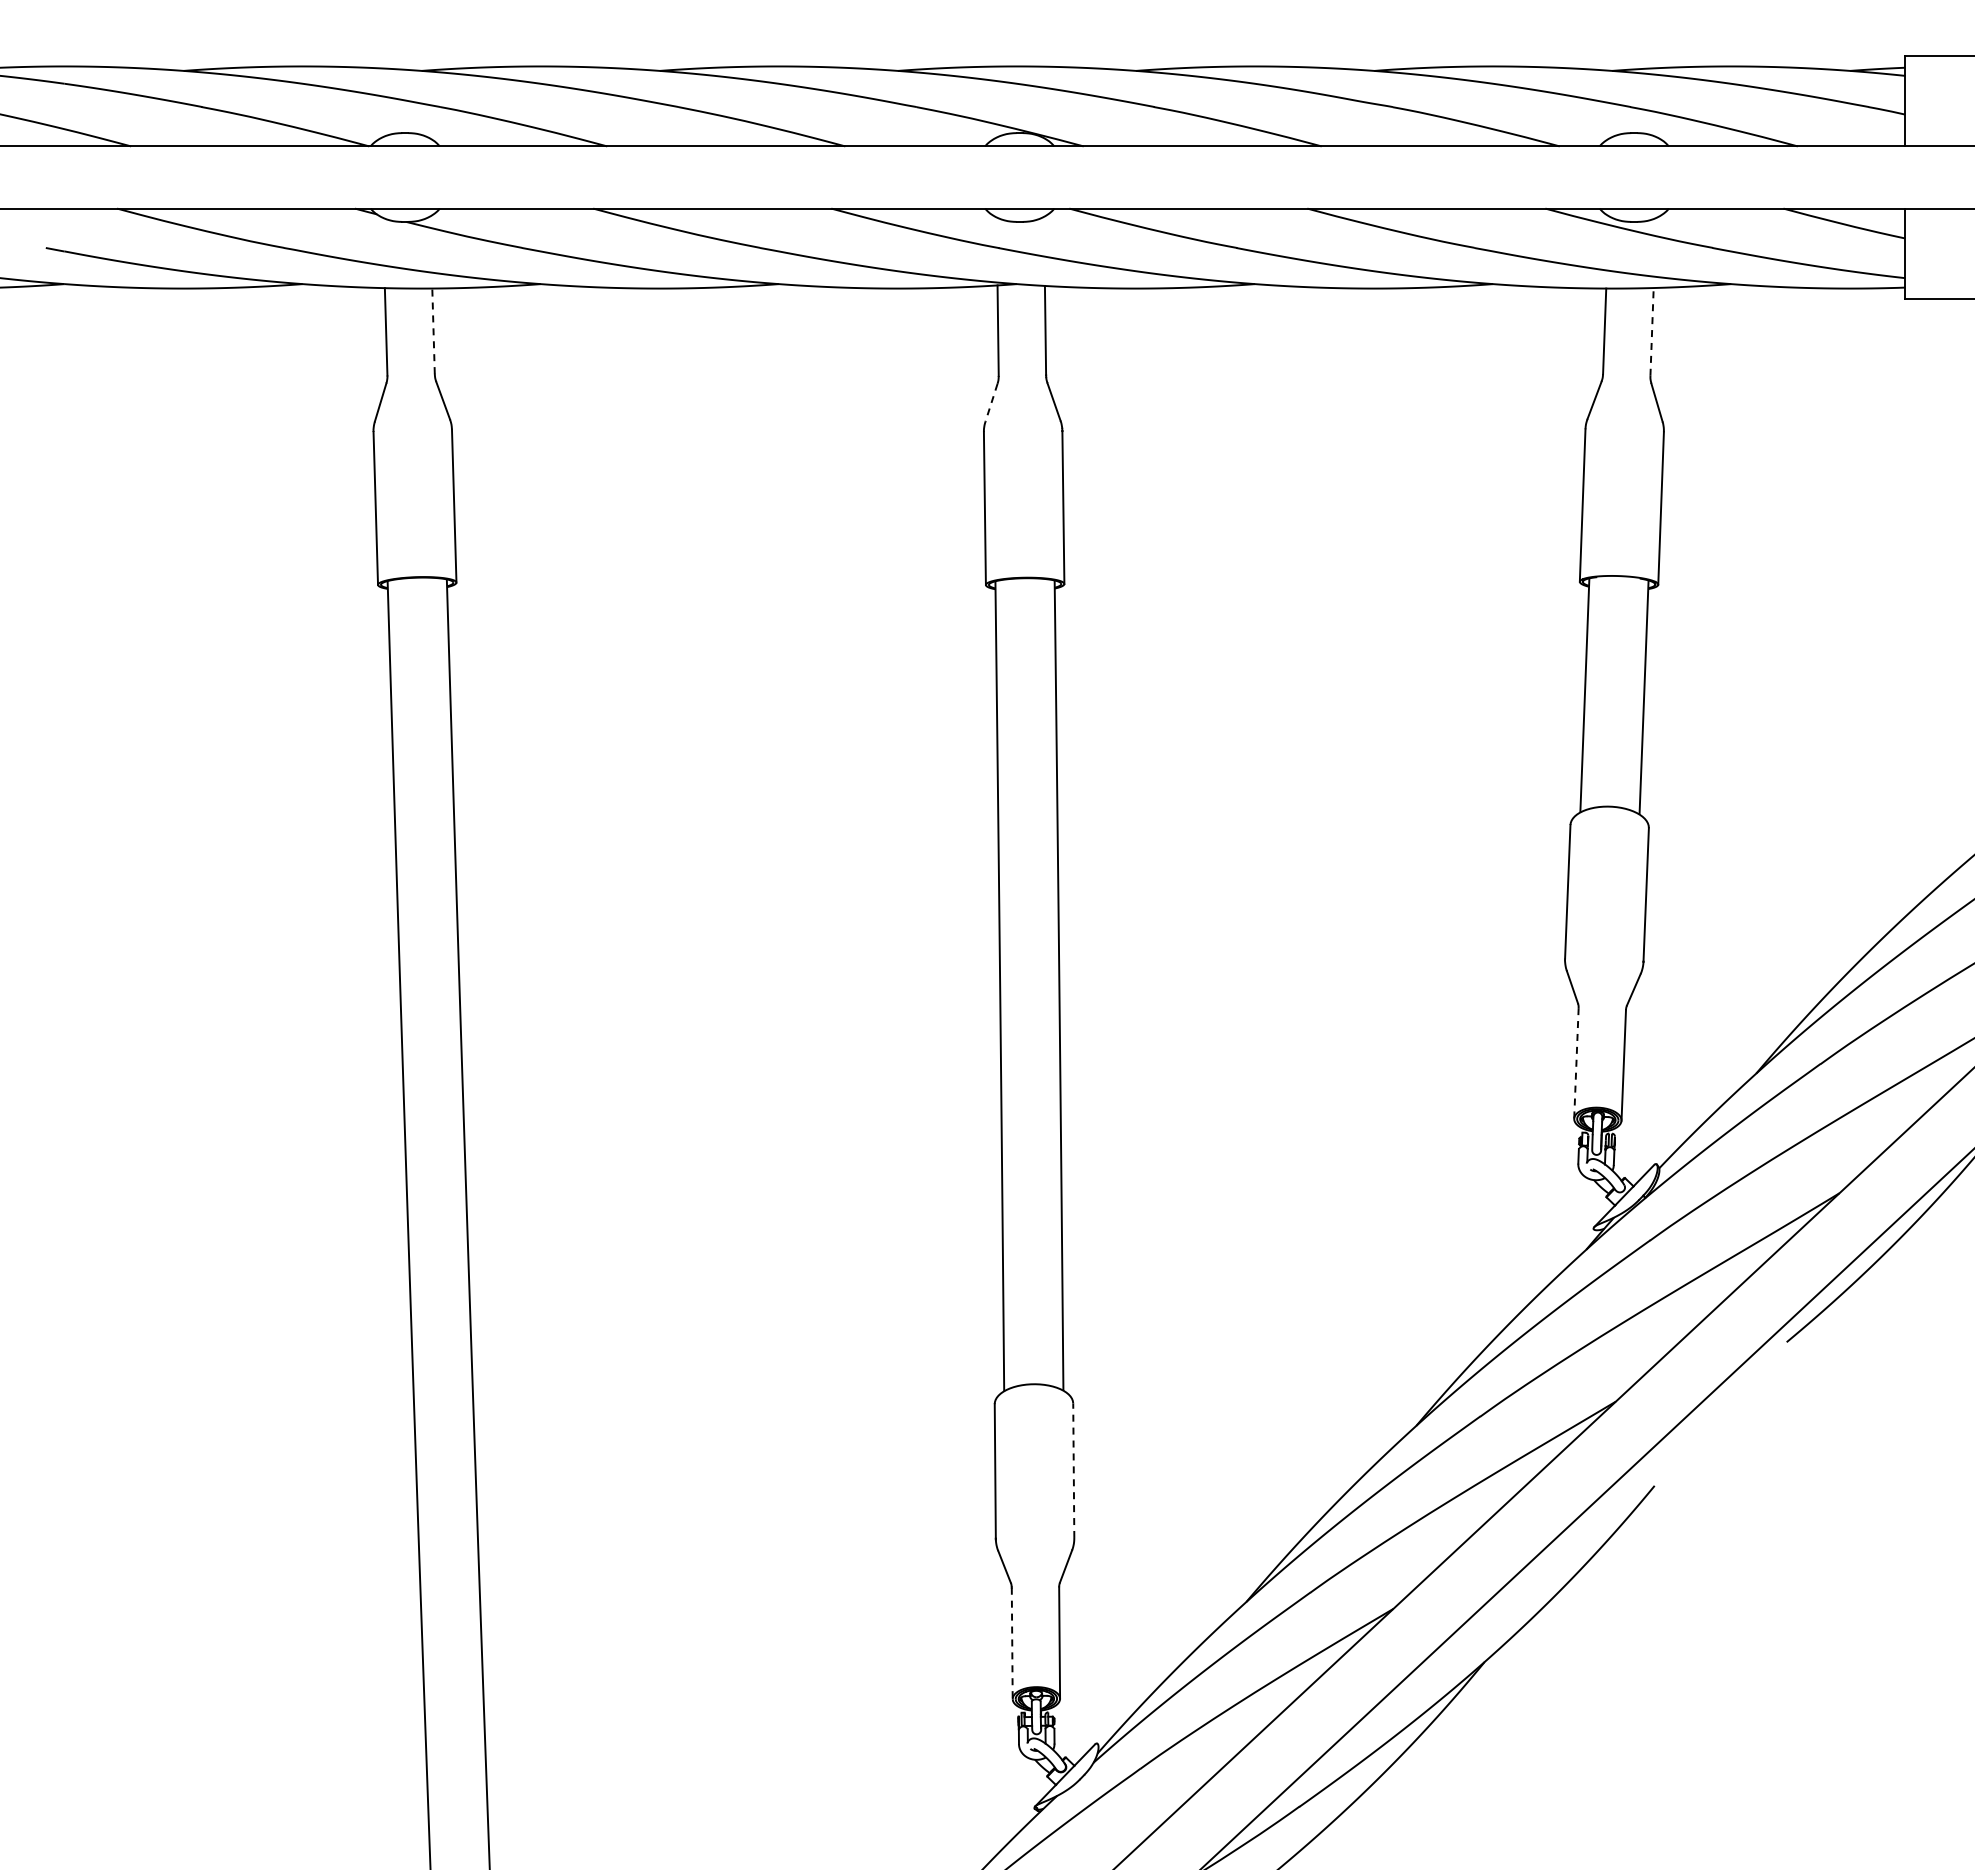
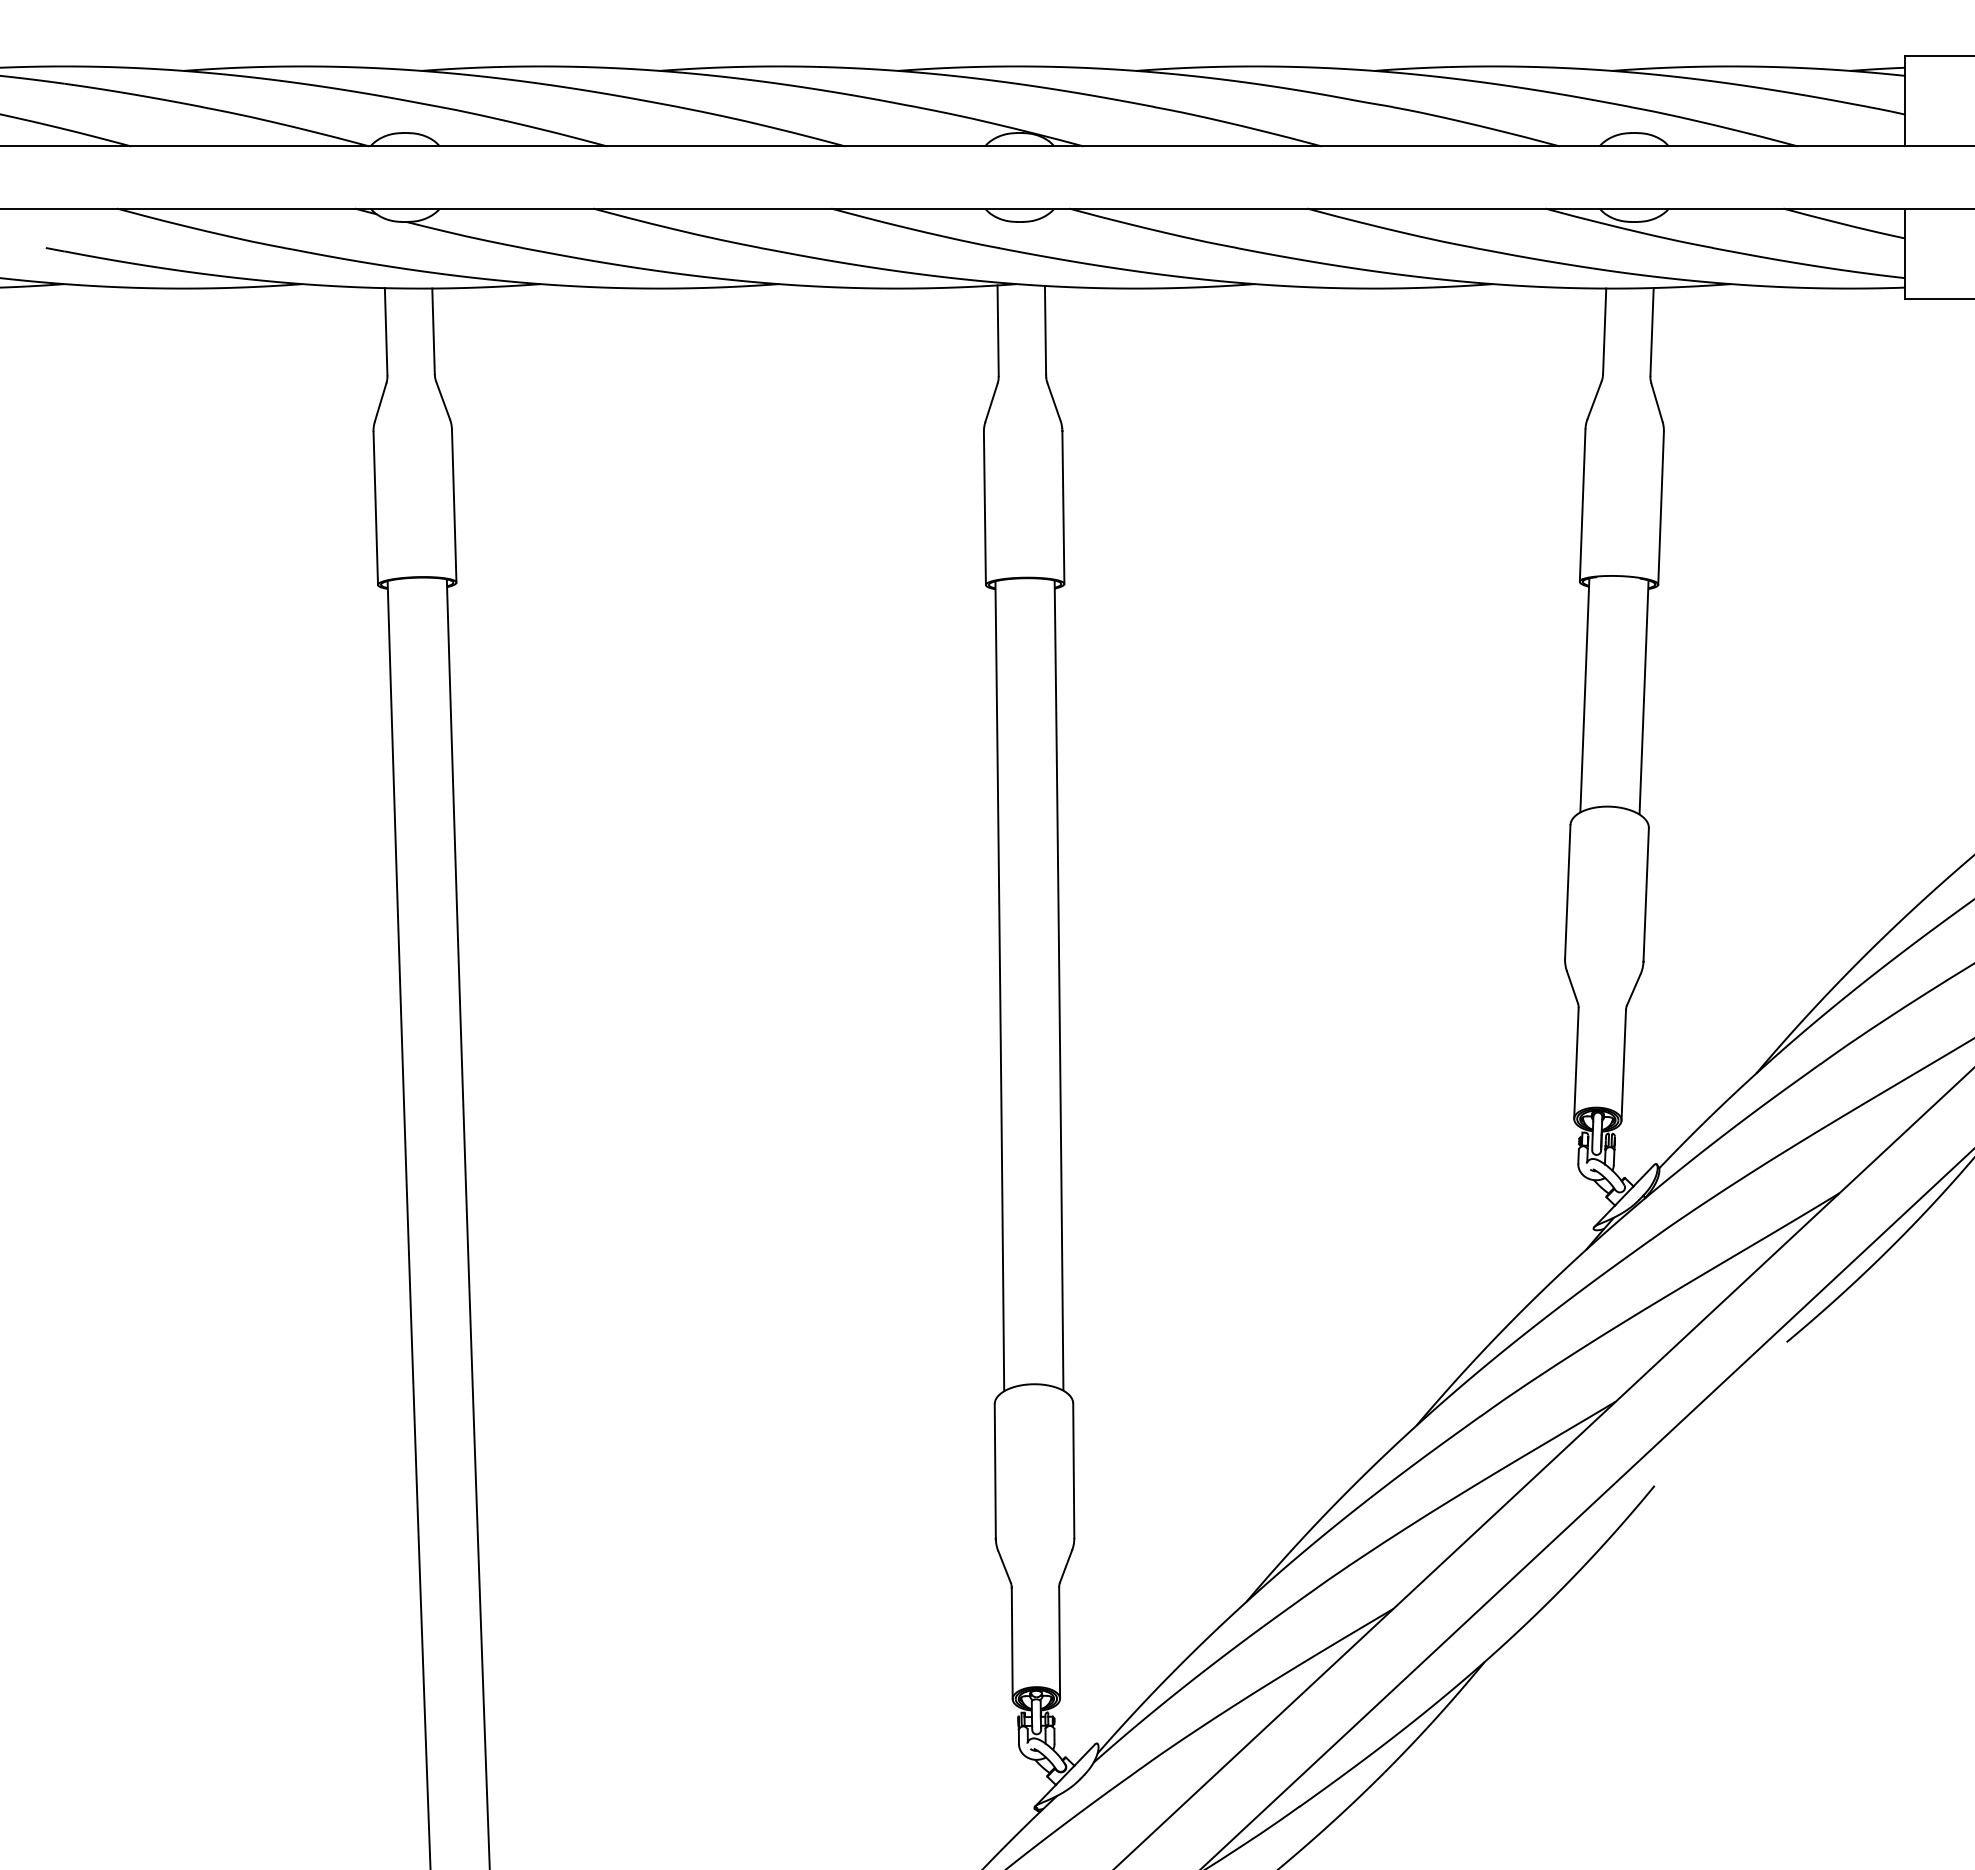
line at (433, 331): dashed -> solid
line at (1652, 331): dashed -> solid
line at (991, 402): dashed -> solid
line at (1576, 1063): dashed -> solid
line at (1073, 1470): dashed -> solid
line at (1012, 1643): dashed -> solid
